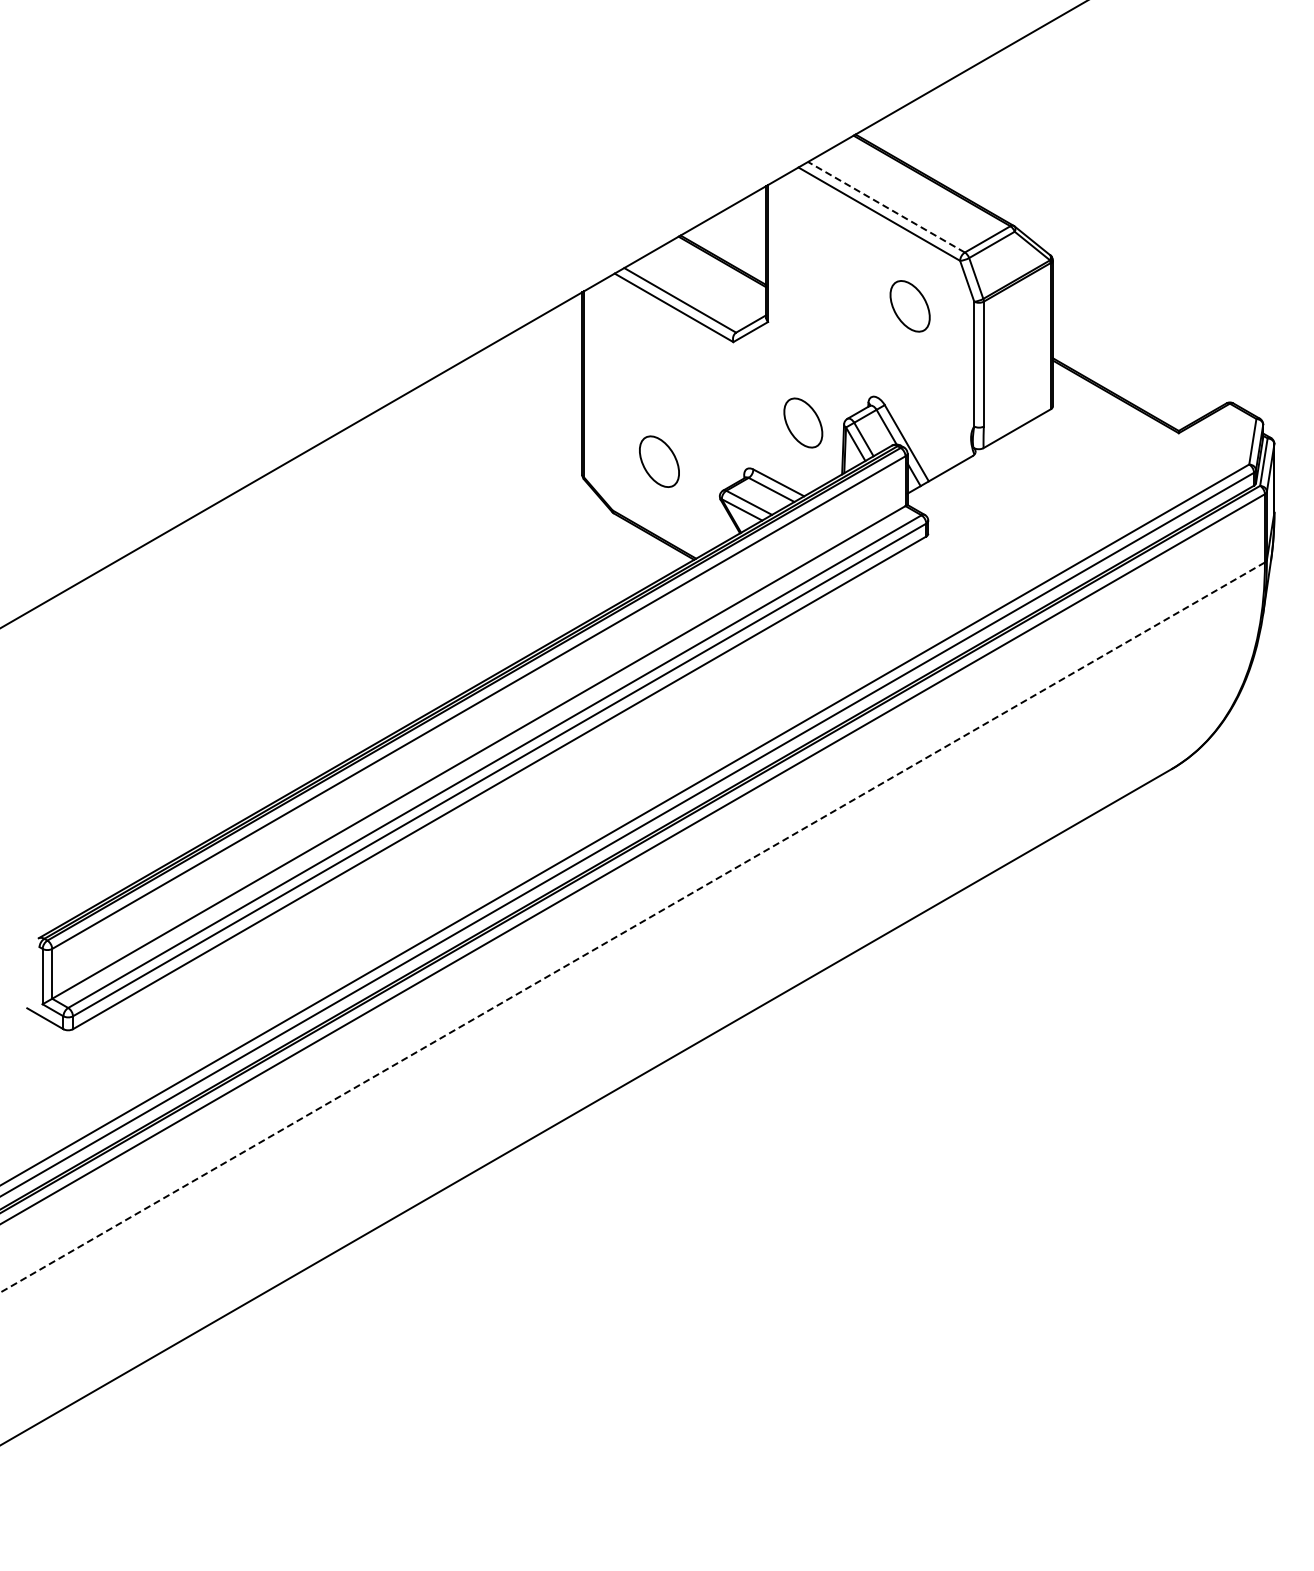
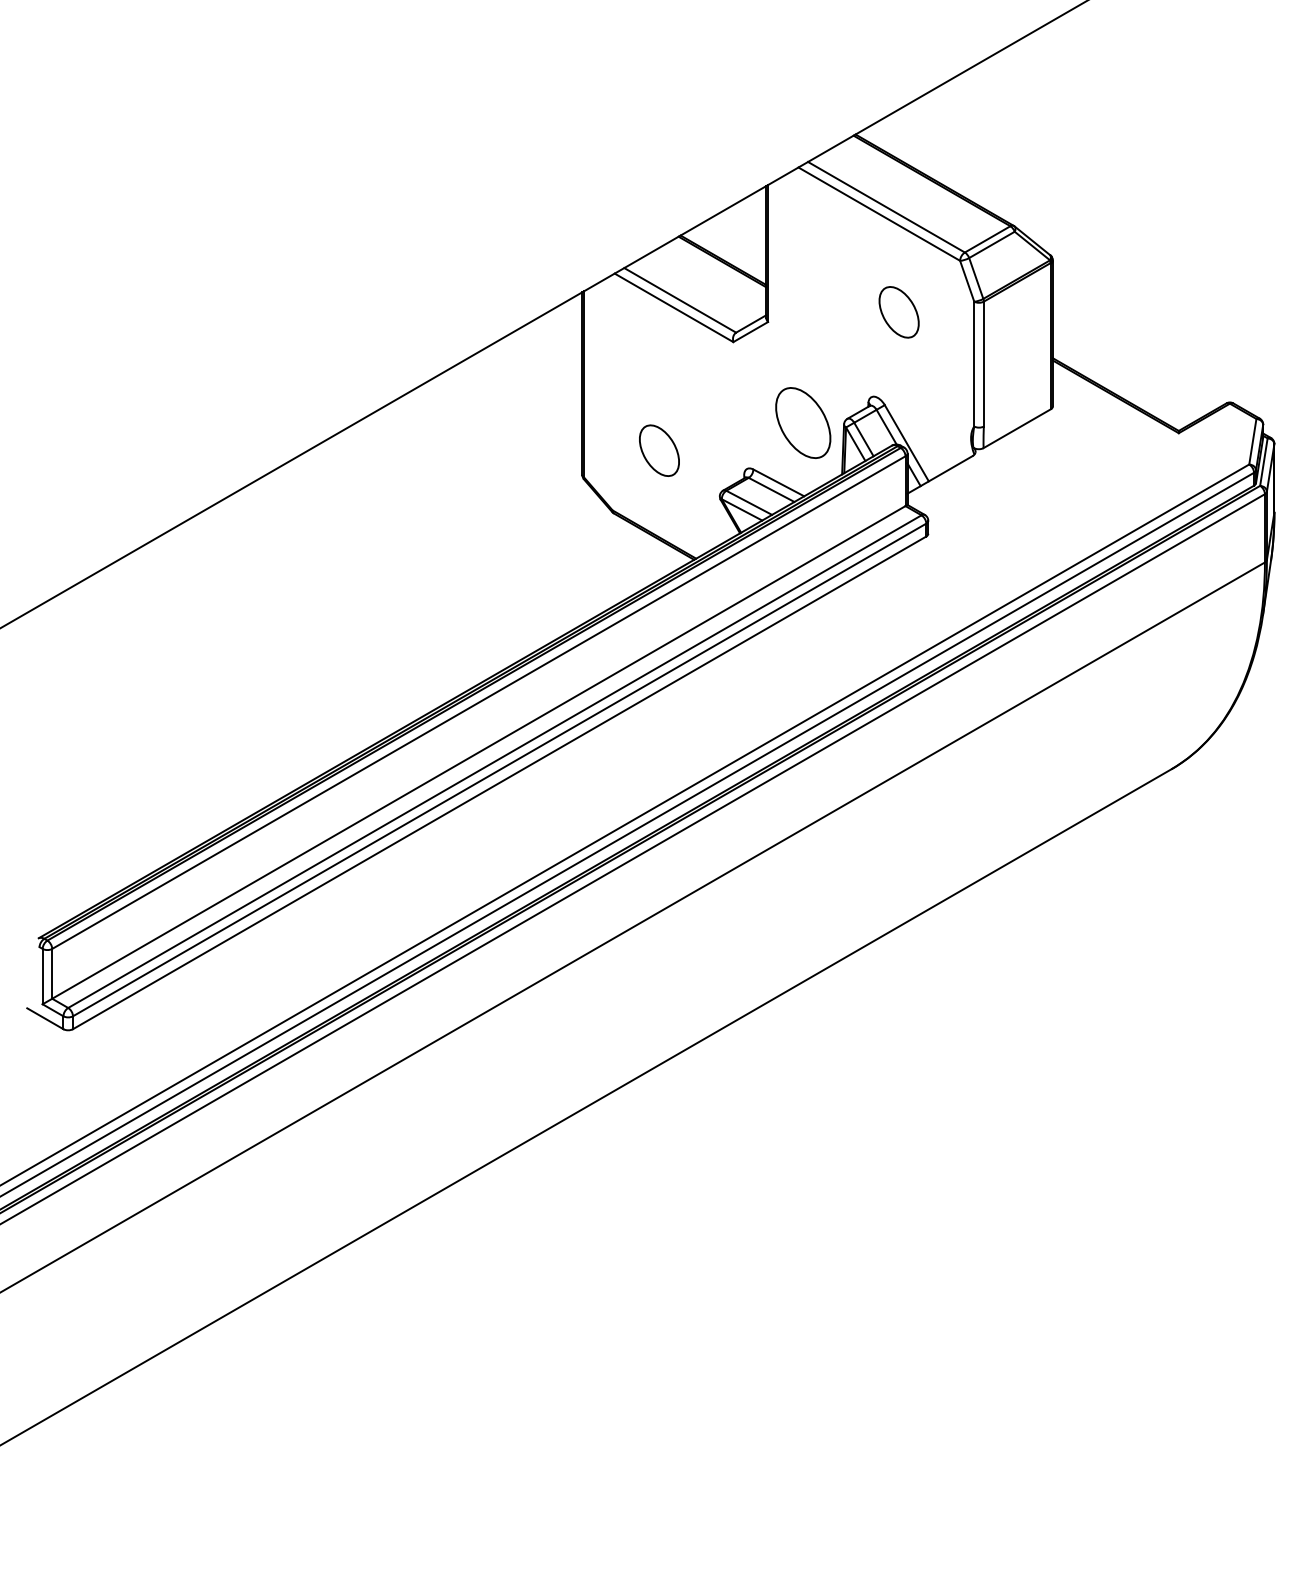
line at (886, 207): dashed -> solid
part at (909, 306) position: (909, 306) -> (898, 312)
part at (803, 422) size: 41x52 px -> 57x72 px
part at (659, 461) position: (659, 461) -> (659, 450)
line at (632, 927): dashed -> solid
